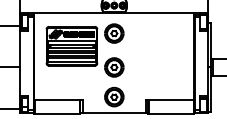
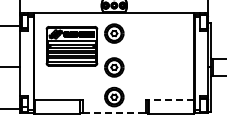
line at (170, 100): solid -> dashed
line at (114, 112): solid -> dashed
